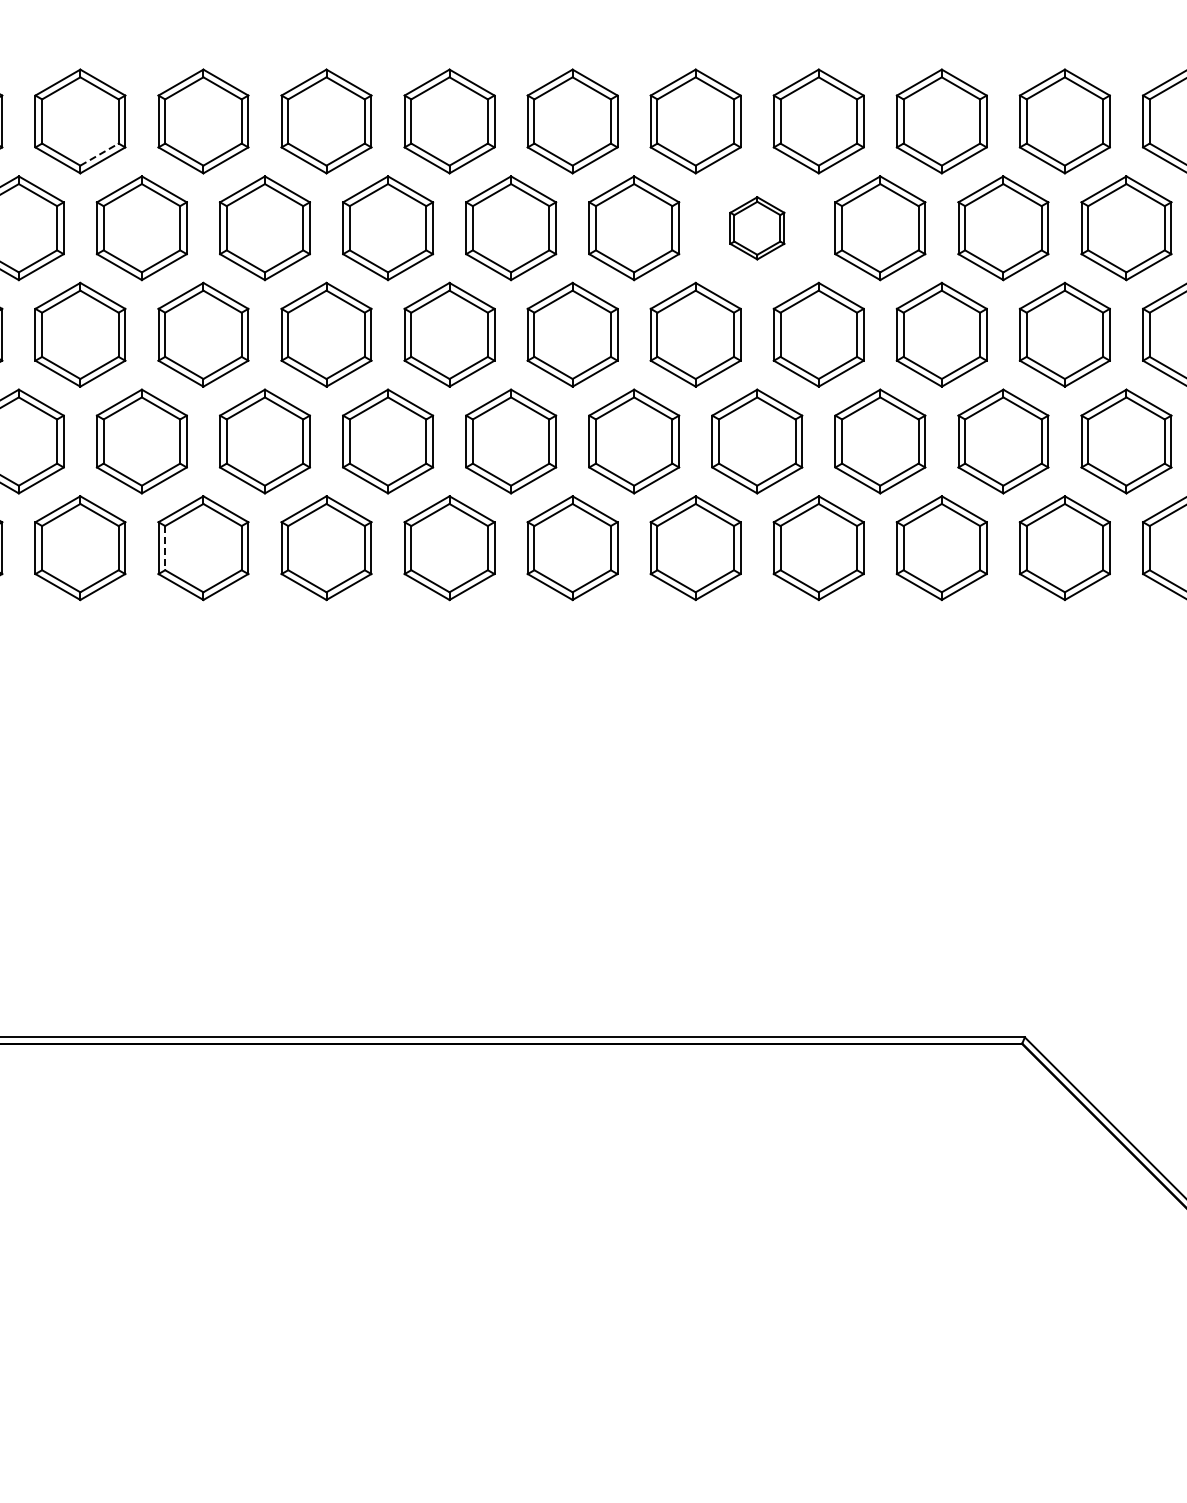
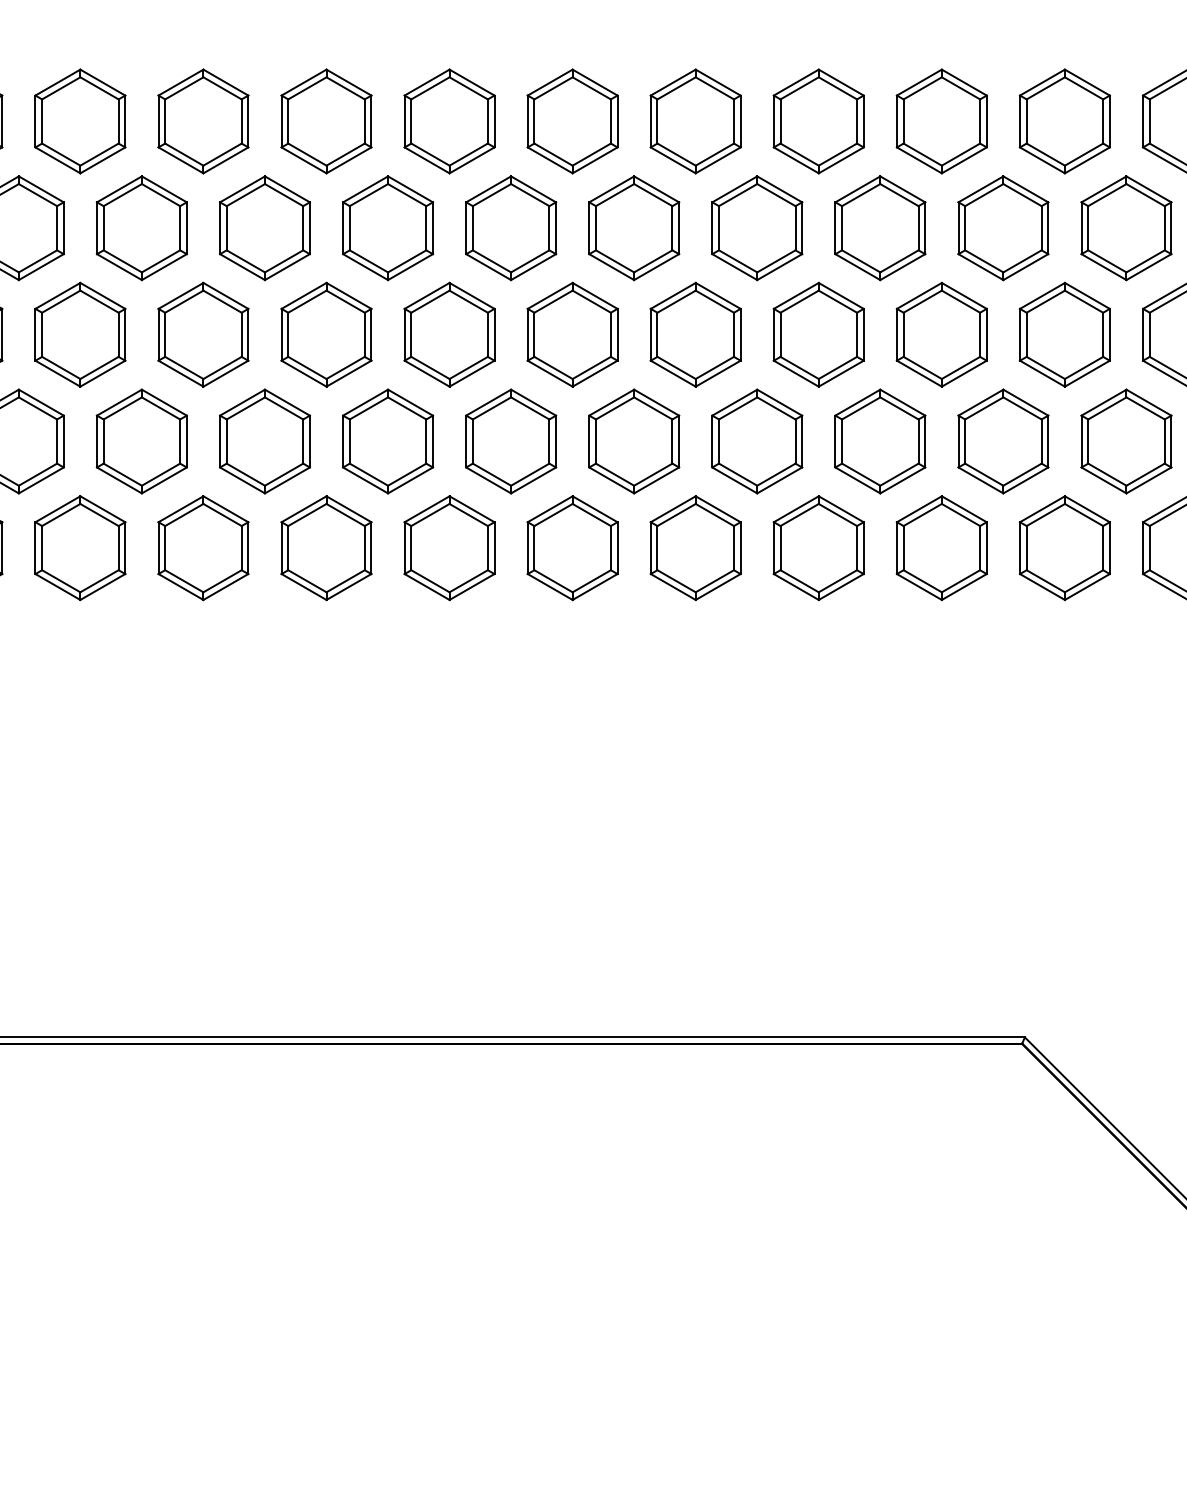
line at (99, 154): dashed -> solid
part at (757, 228) size: 57x65 px -> 93x107 px
line at (165, 548): dashed -> solid
